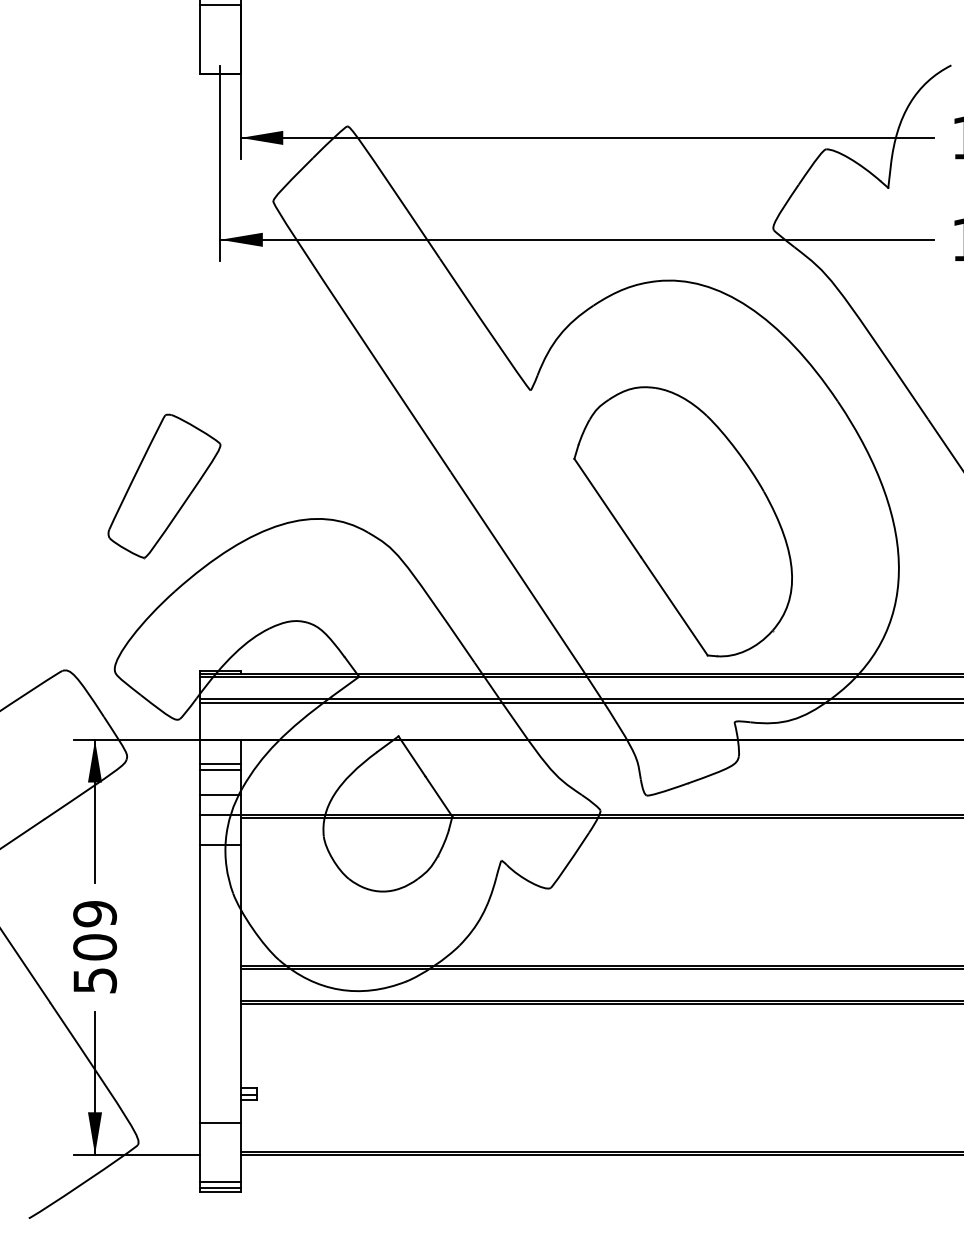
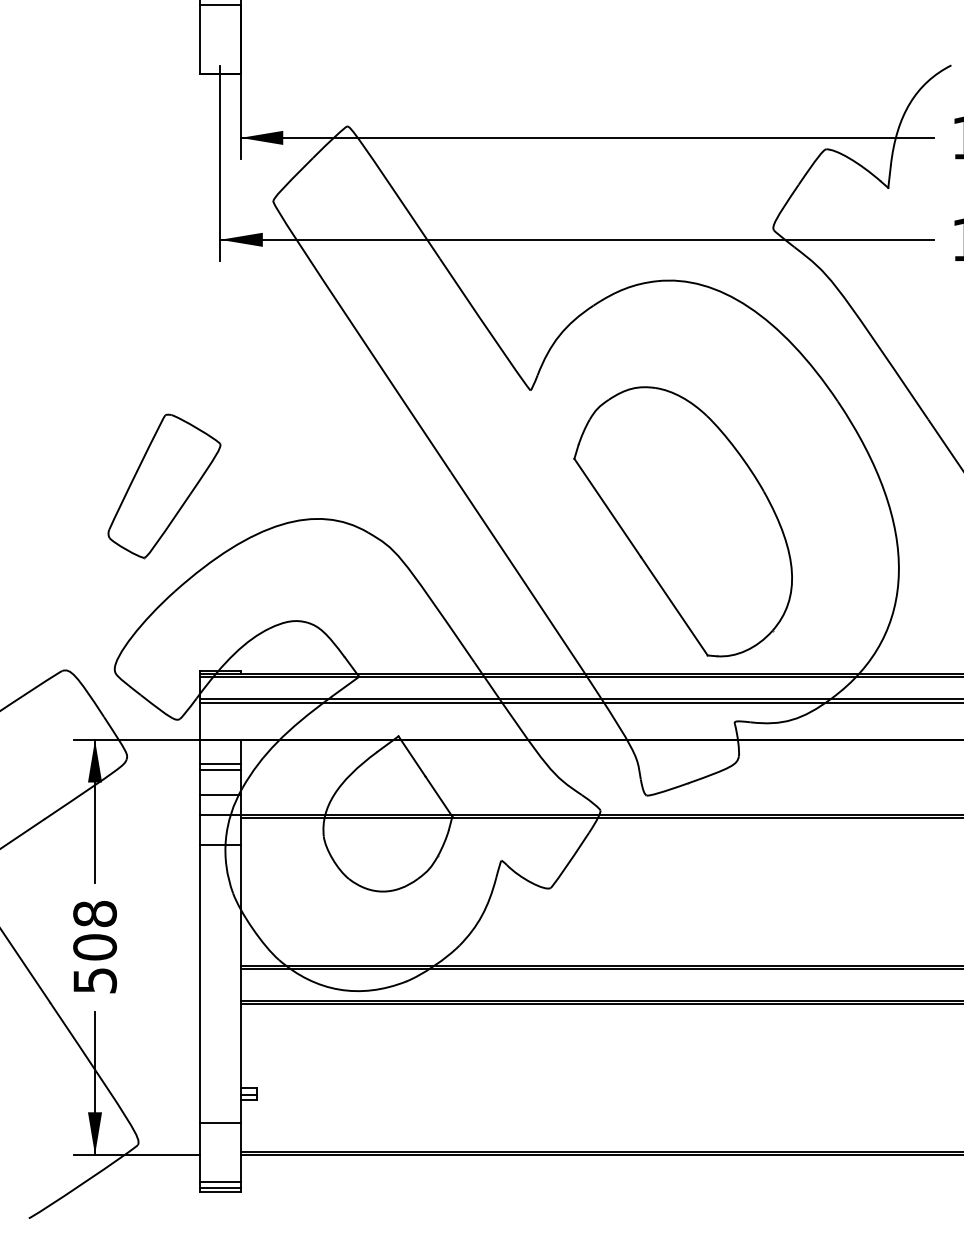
text at (95, 914): 509 -> 508
